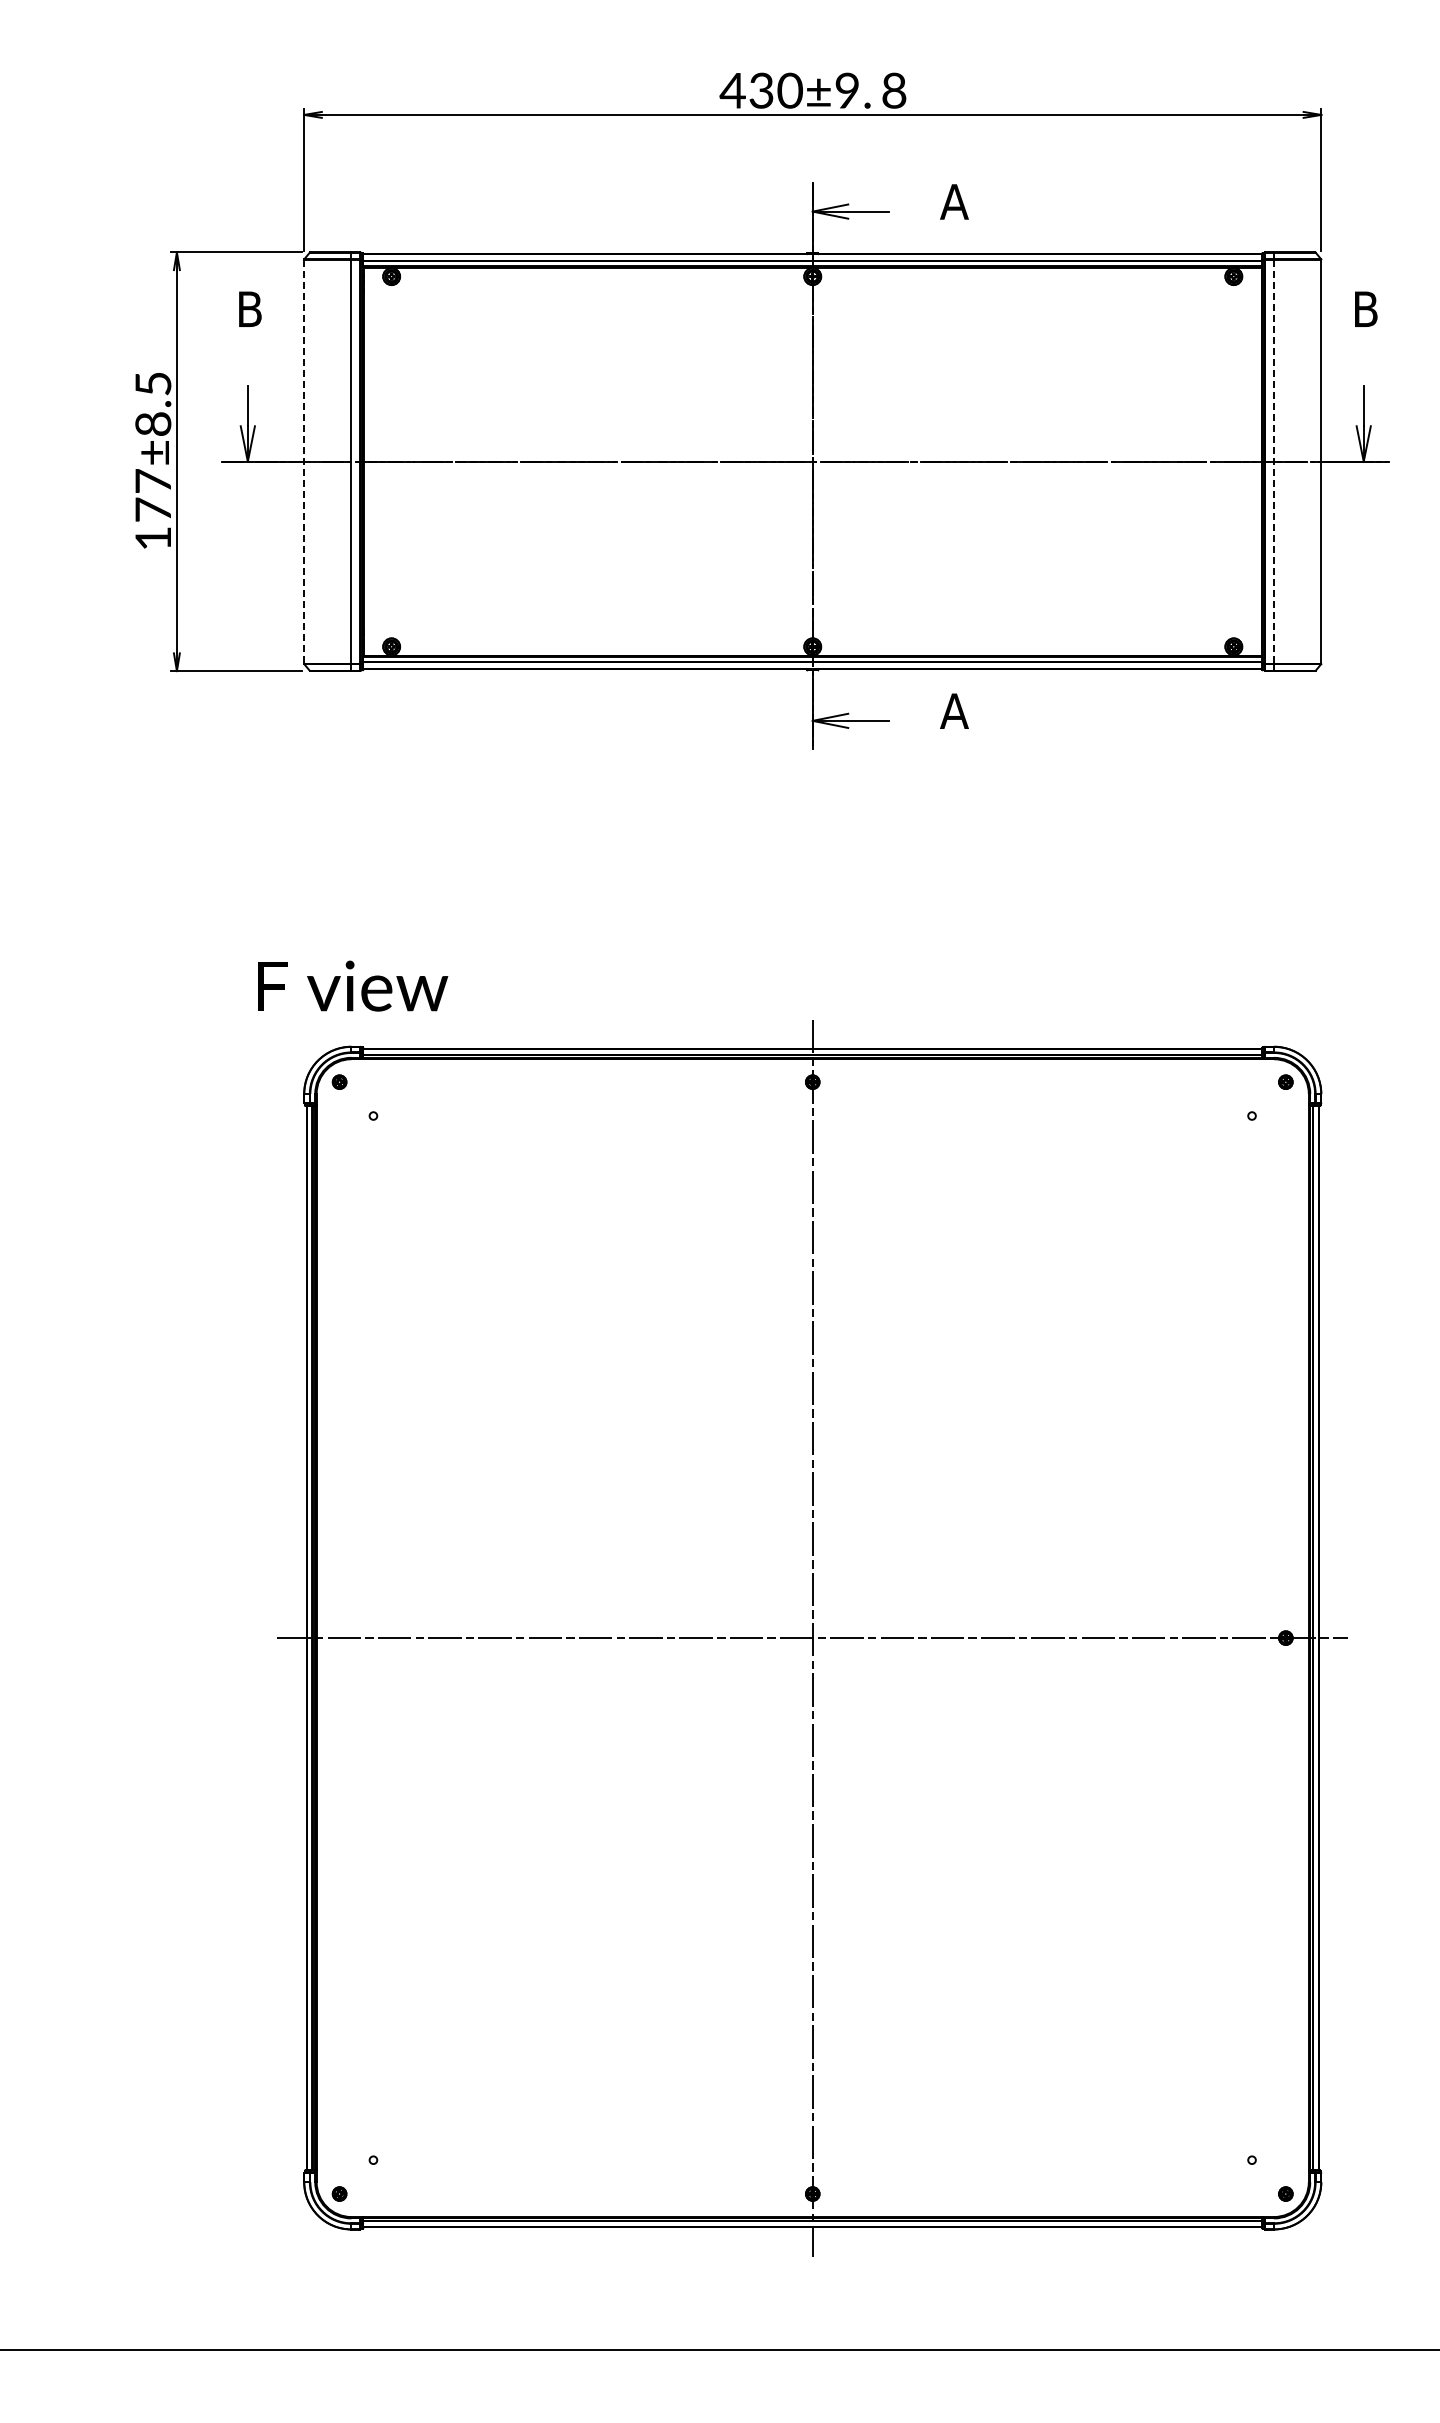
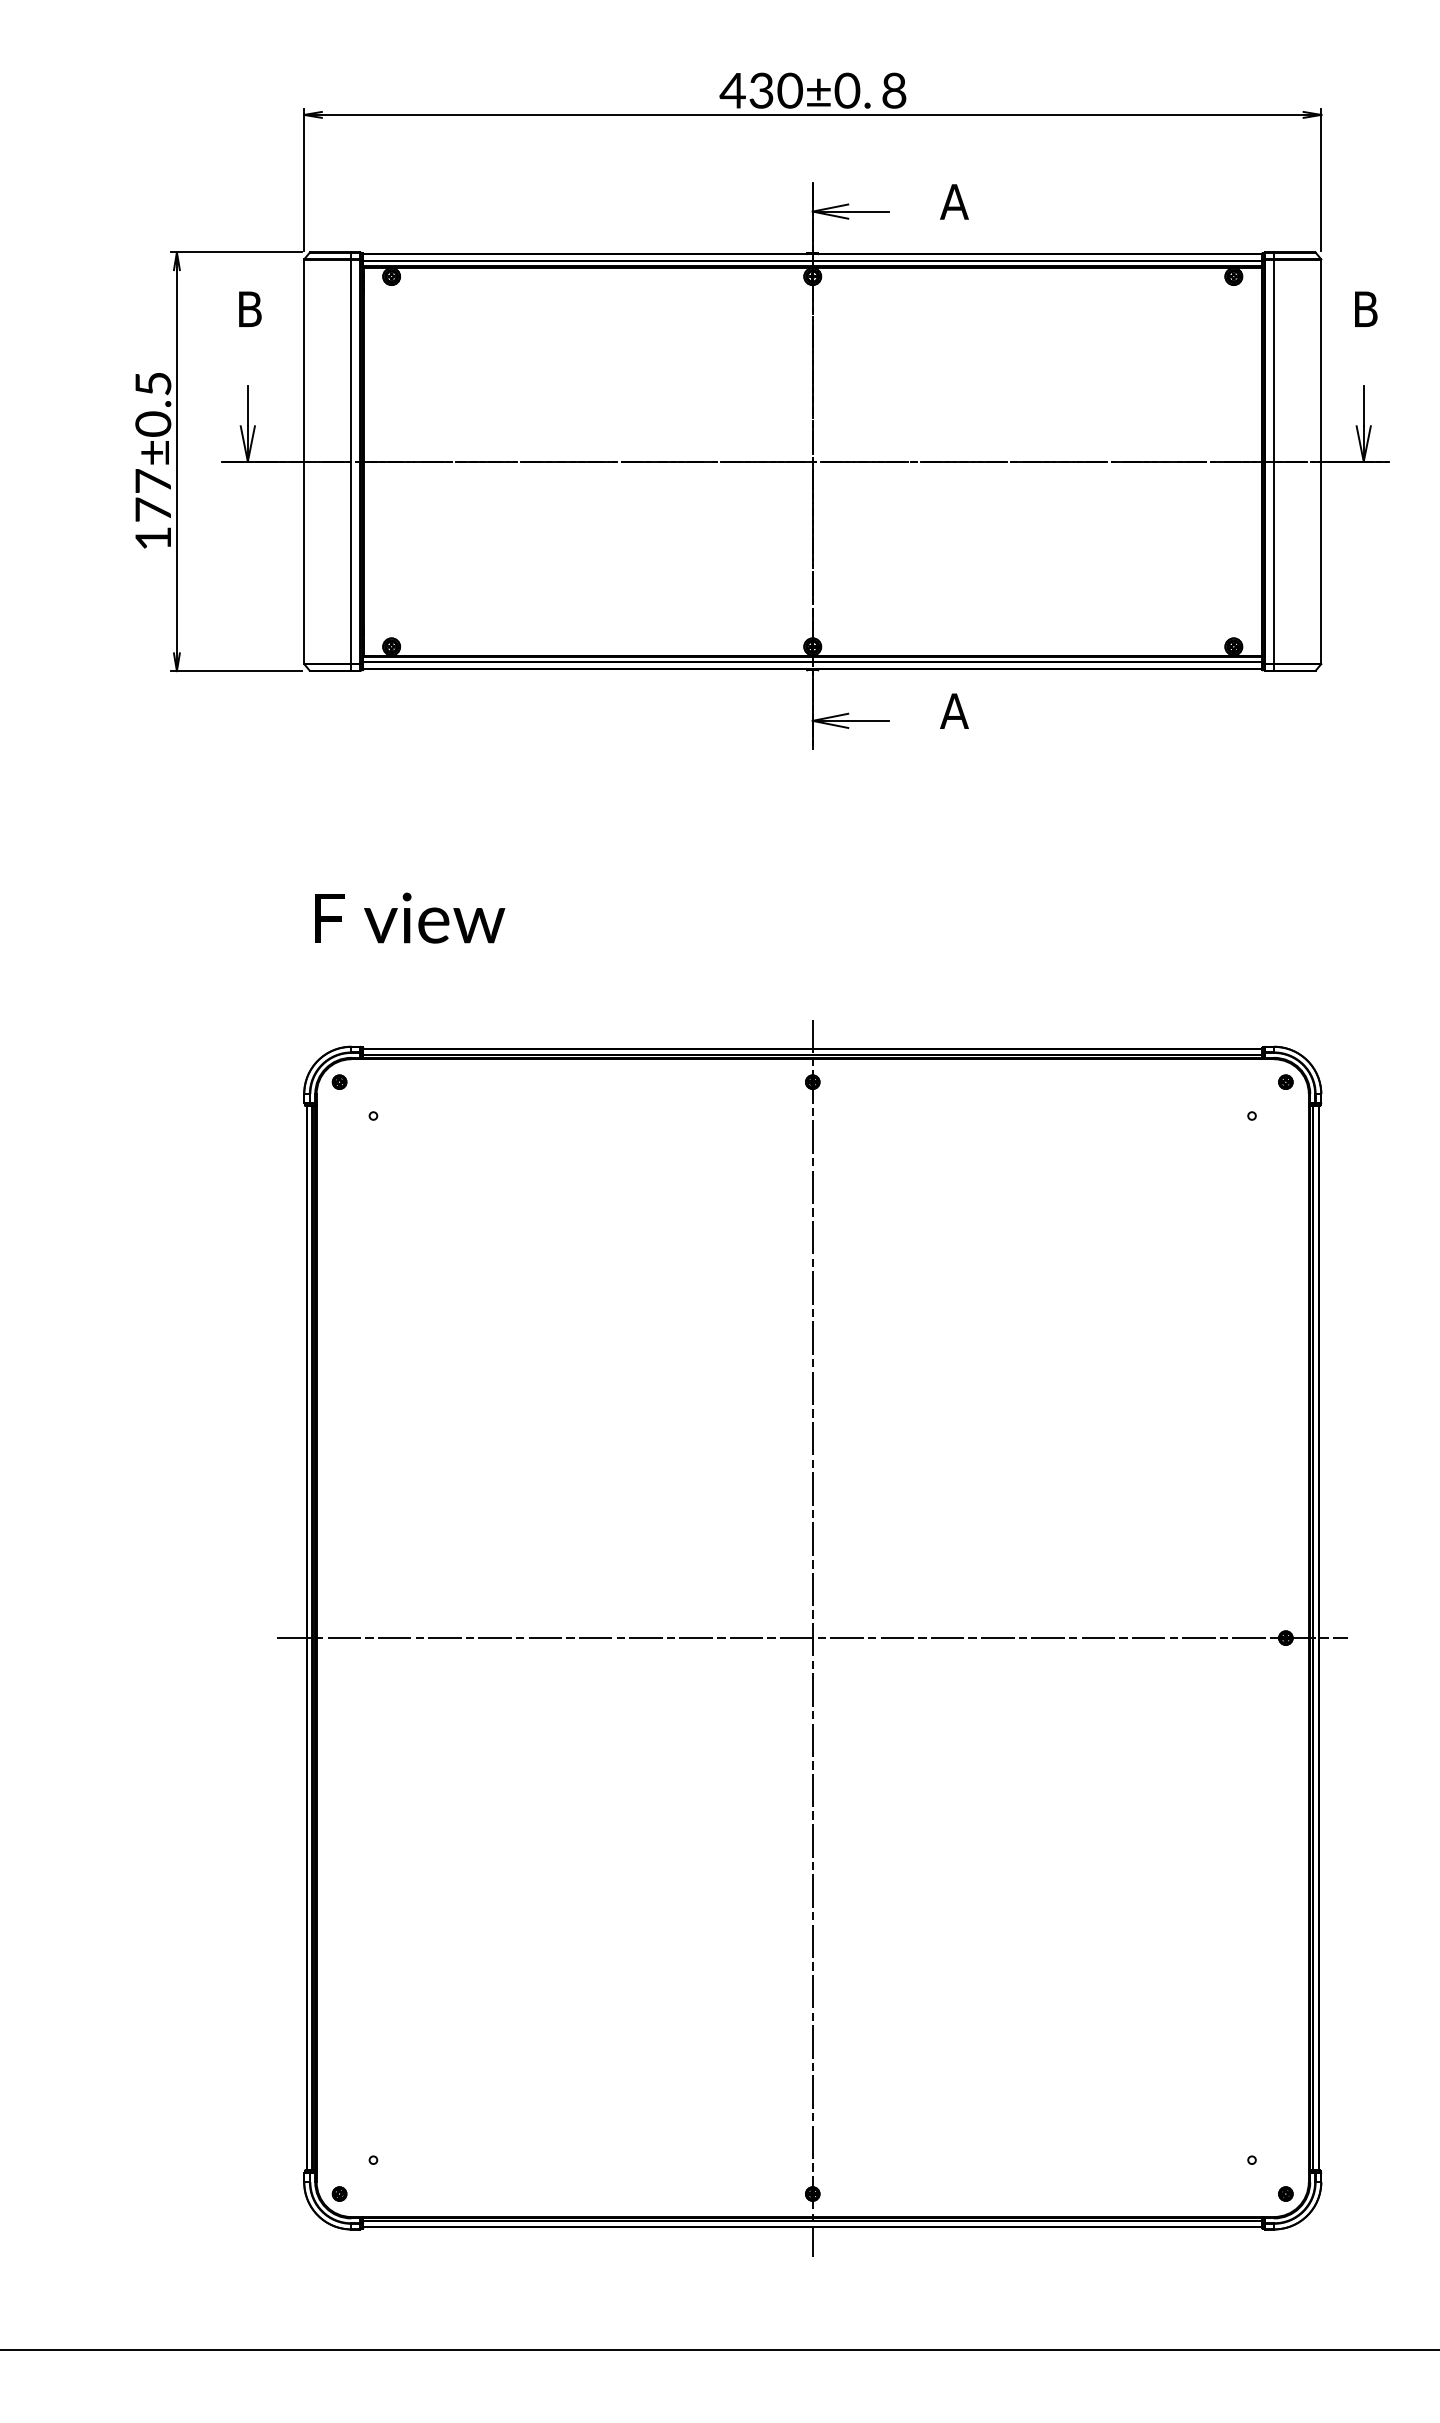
text at (847, 91): 430±9. -> 430±0.
text at (153, 423): 177±8.5 -> 177±0.5
line at (304, 462): dashed -> solid
line at (1274, 462): dashed -> solid
text at (353, 985) position: (353, 985) -> (410, 917)
